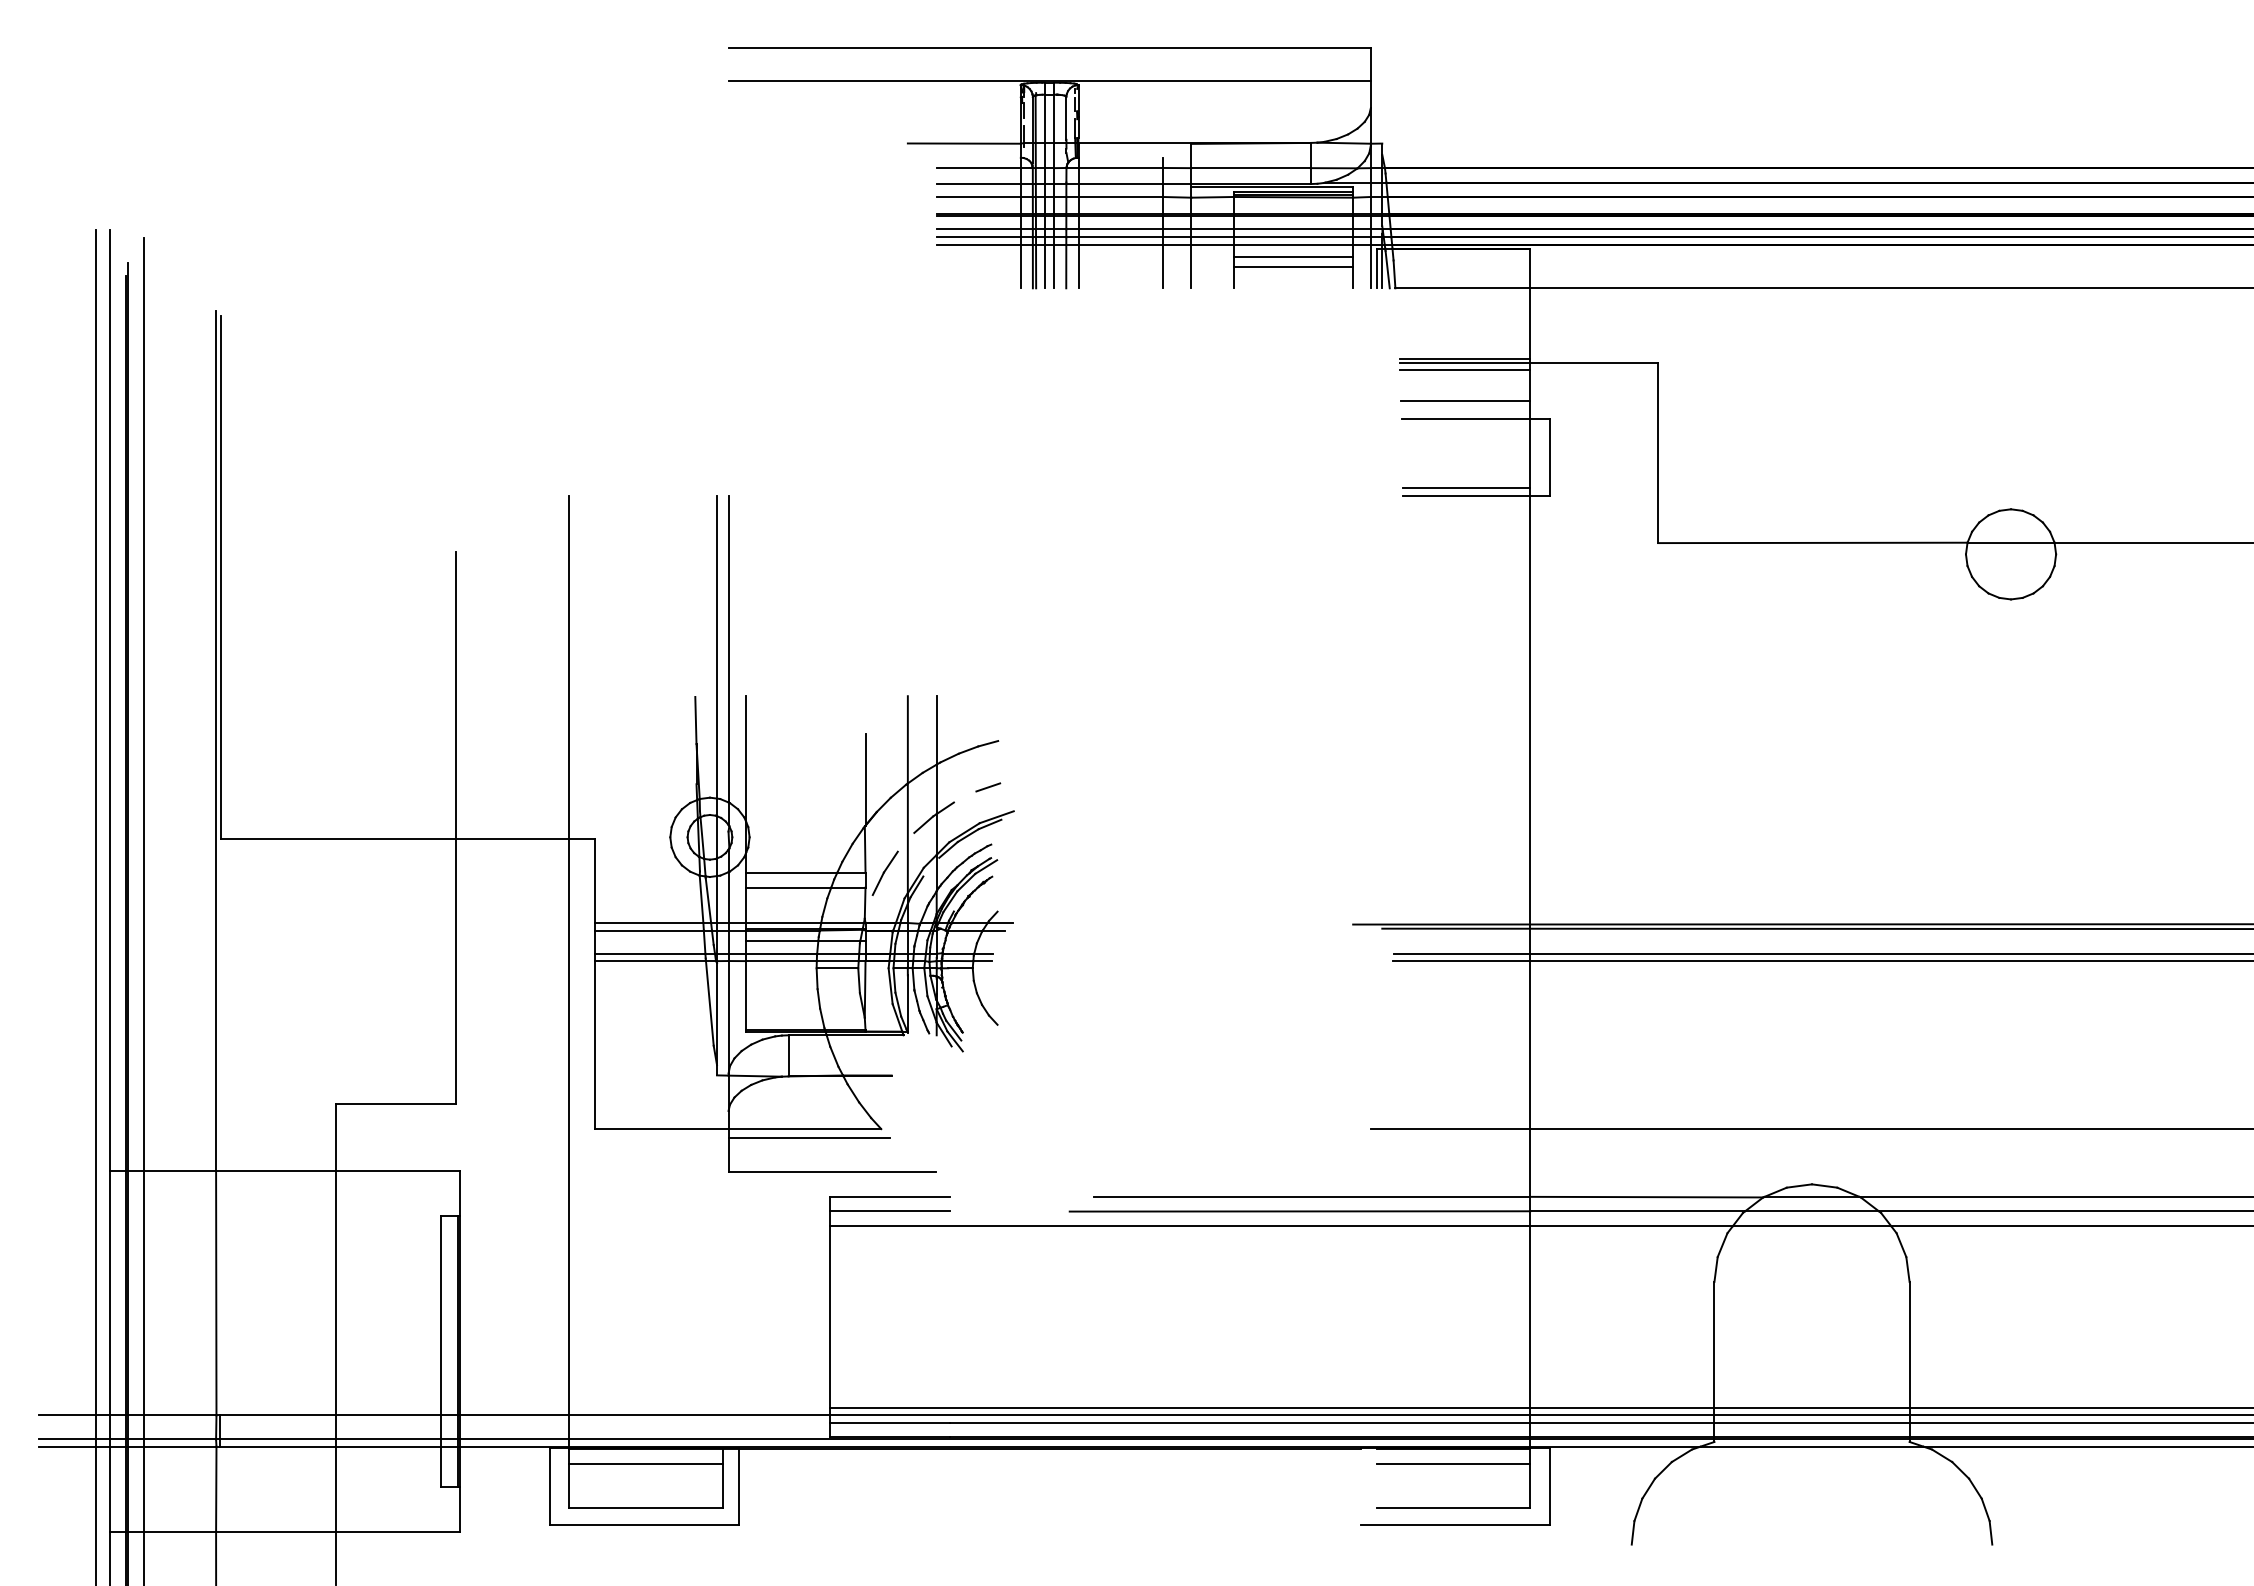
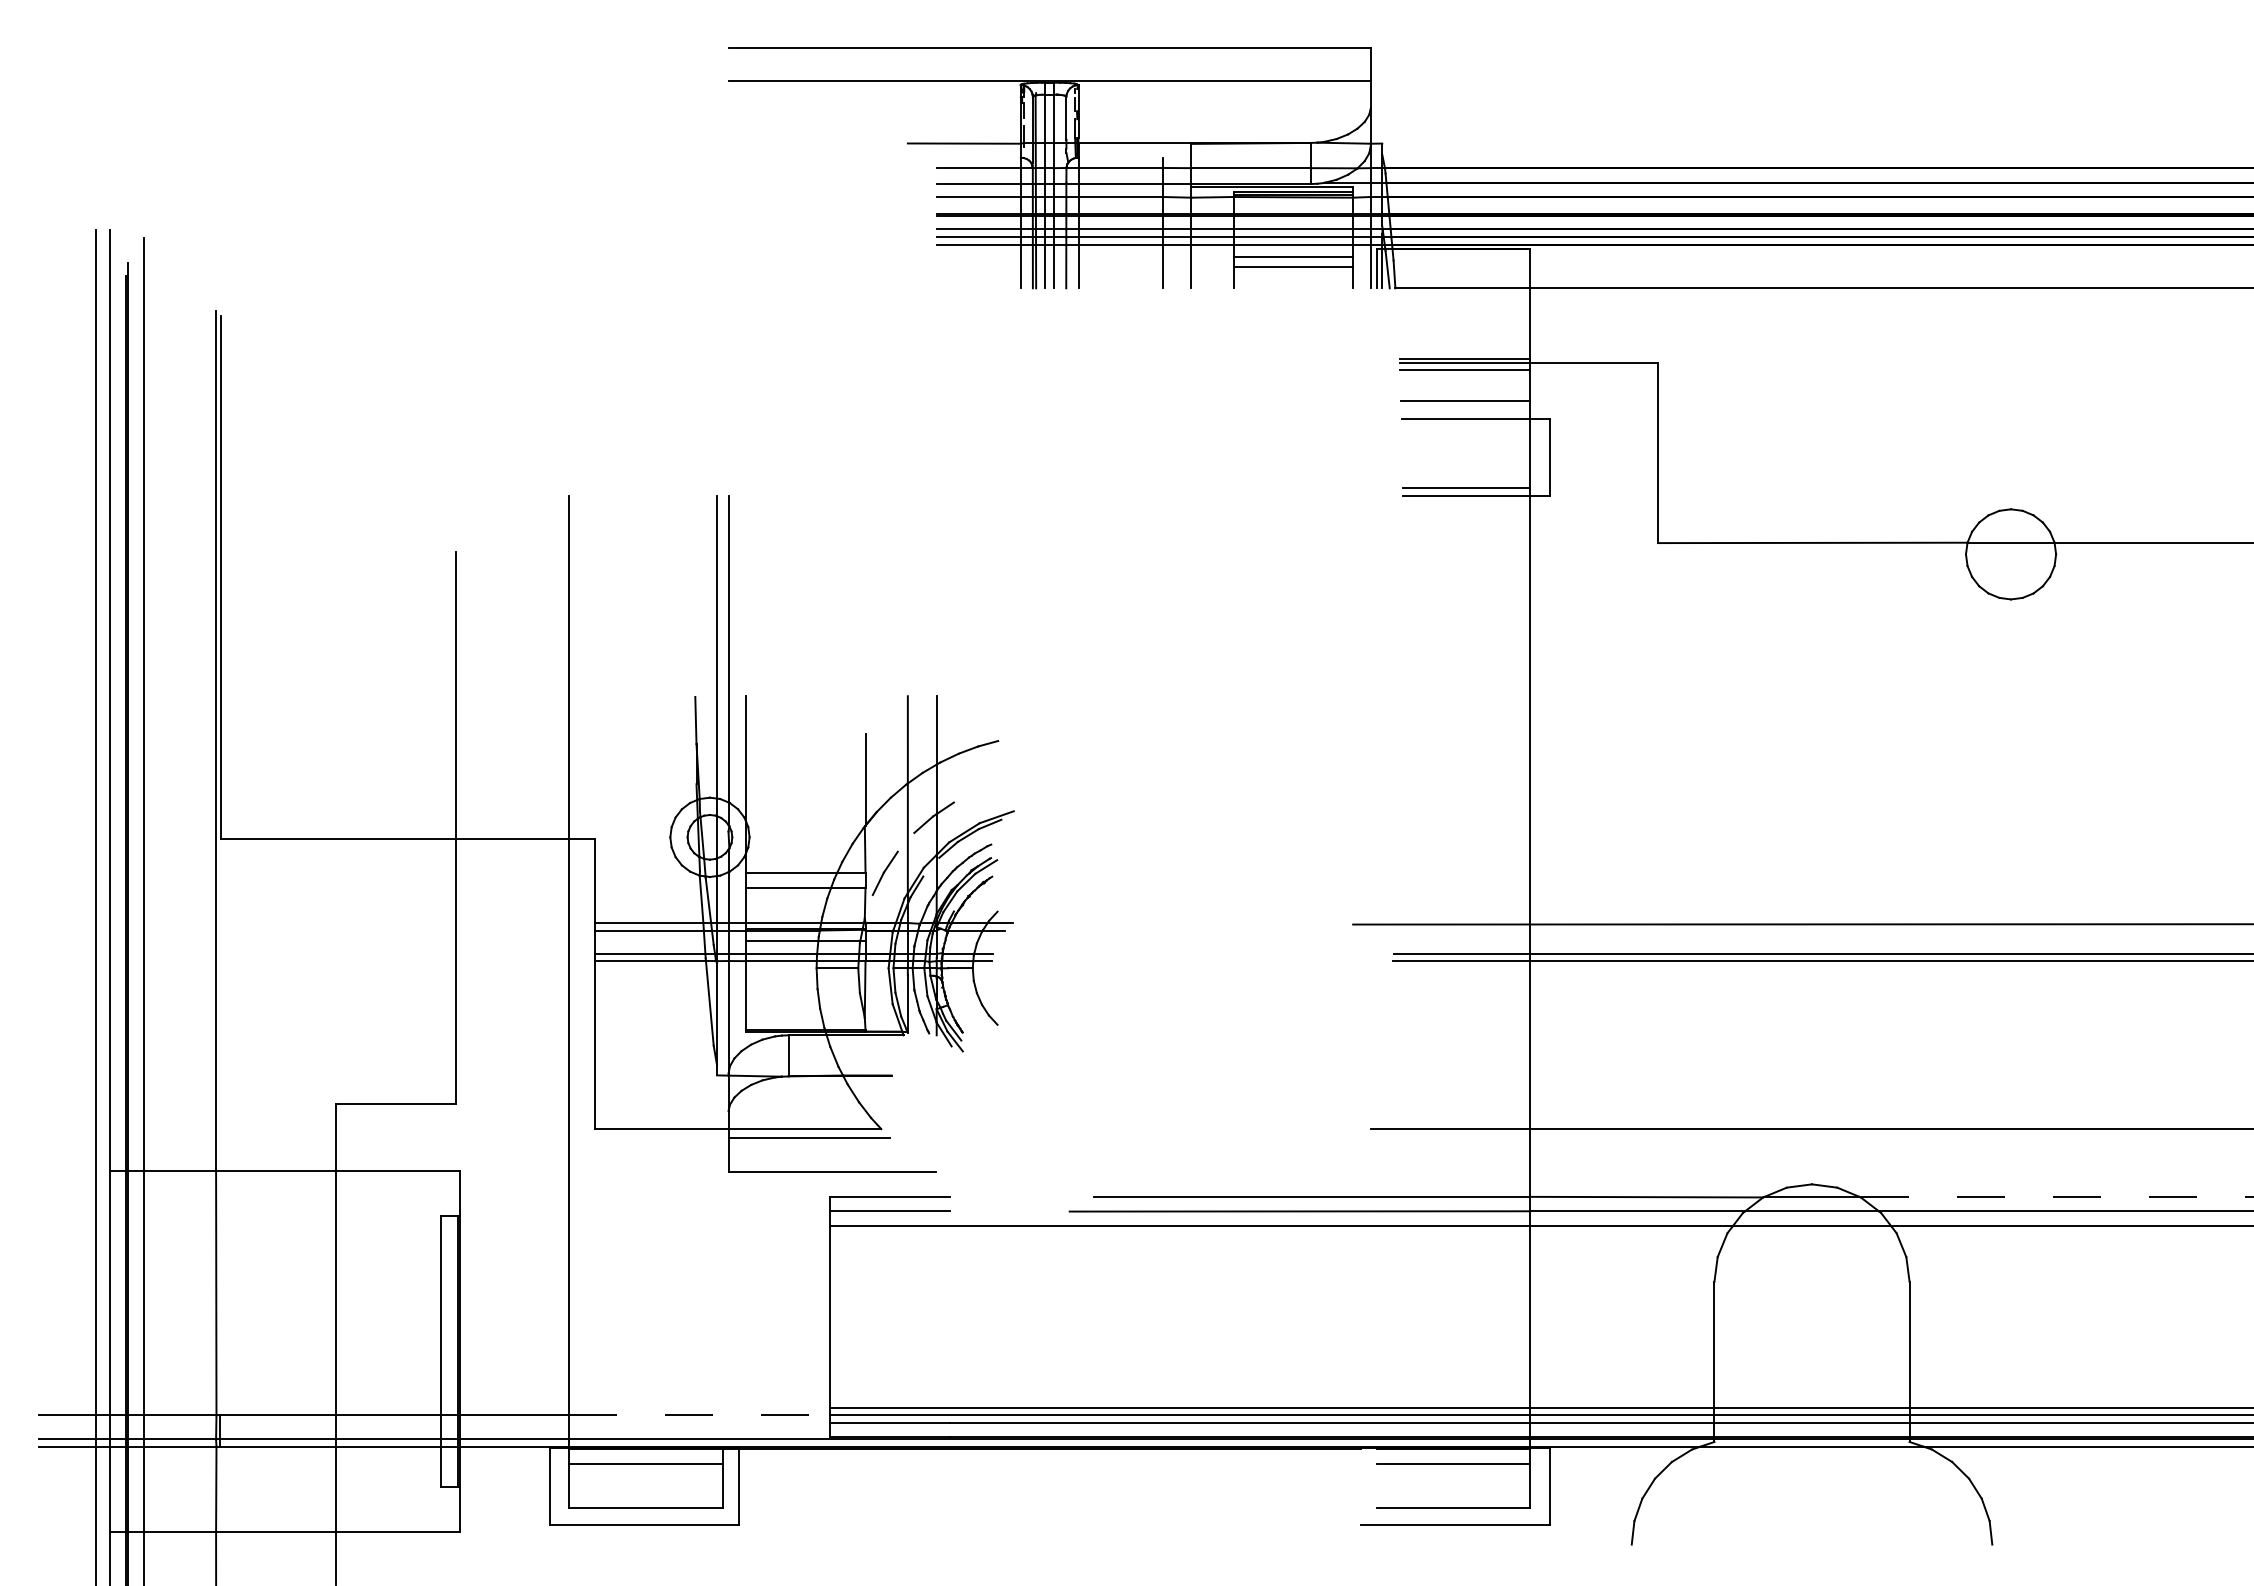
line at (988, 787): present -> none
line at (1816, 928): present -> none
line at (2057, 1197): solid -> dashed
line at (699, 1415): solid -> dashed
